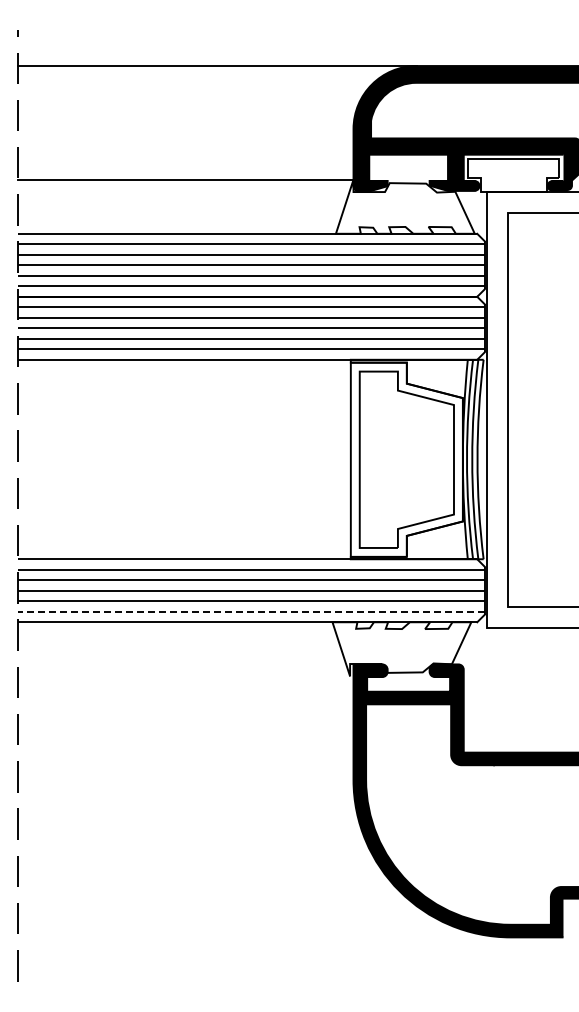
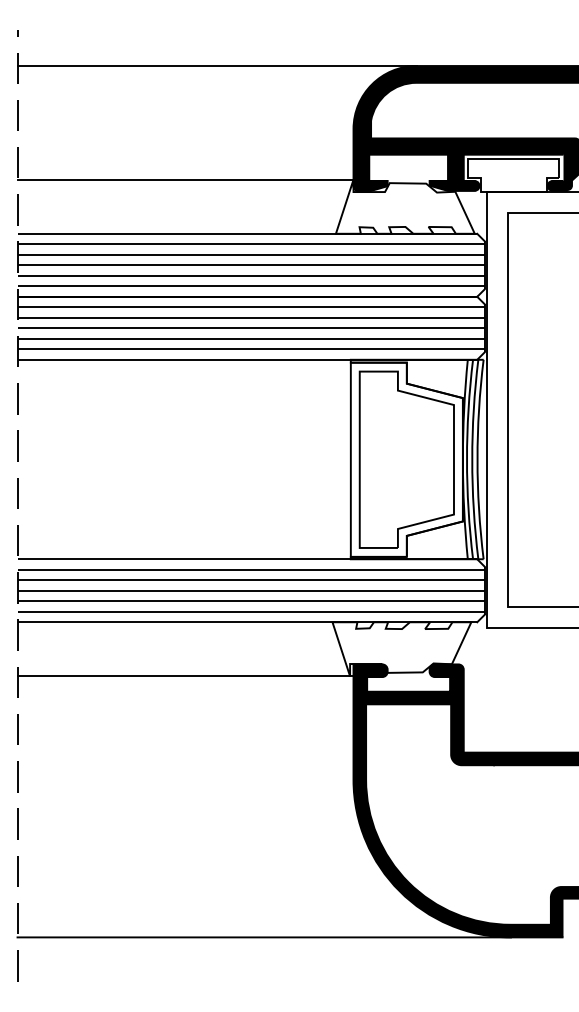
line at (251, 611): dashed -> solid
line at (187, 676): none -> present
line at (263, 937): none -> present
